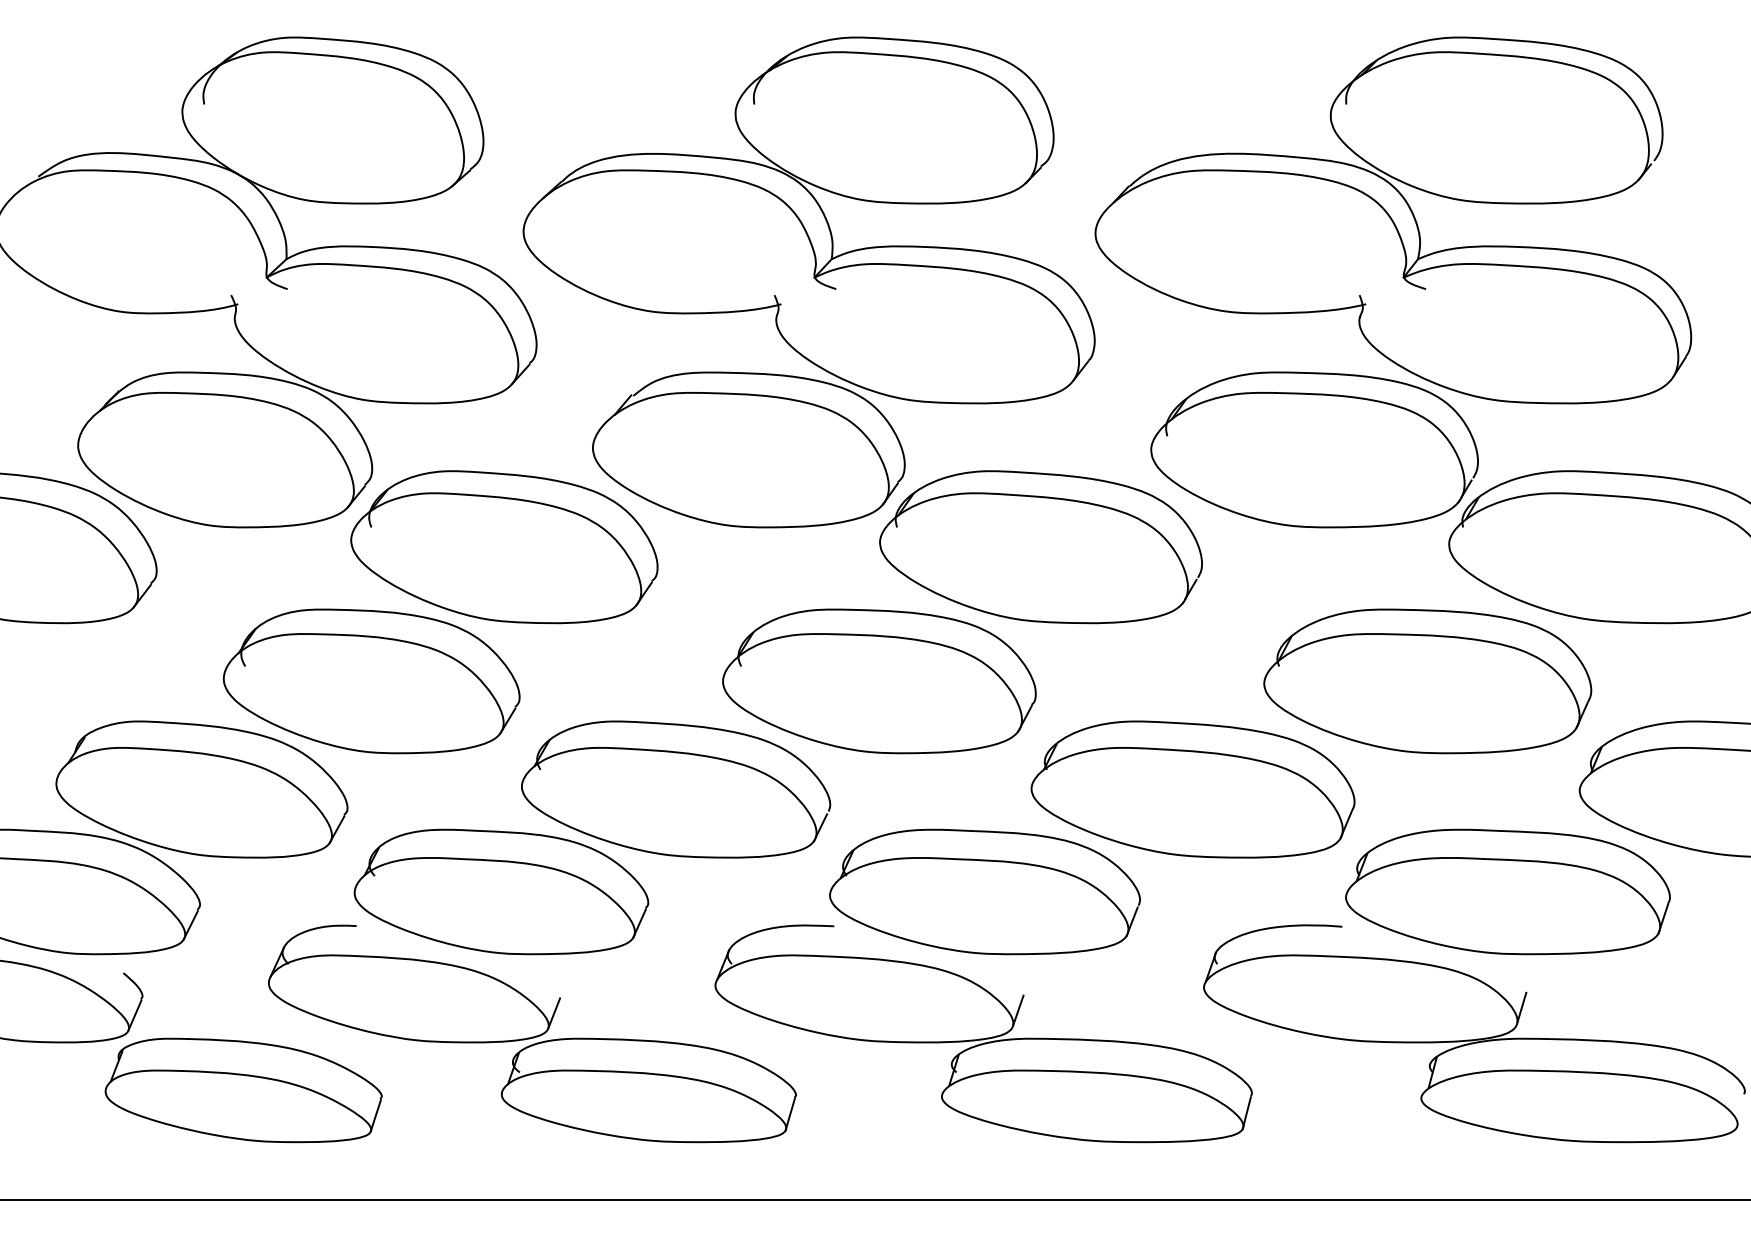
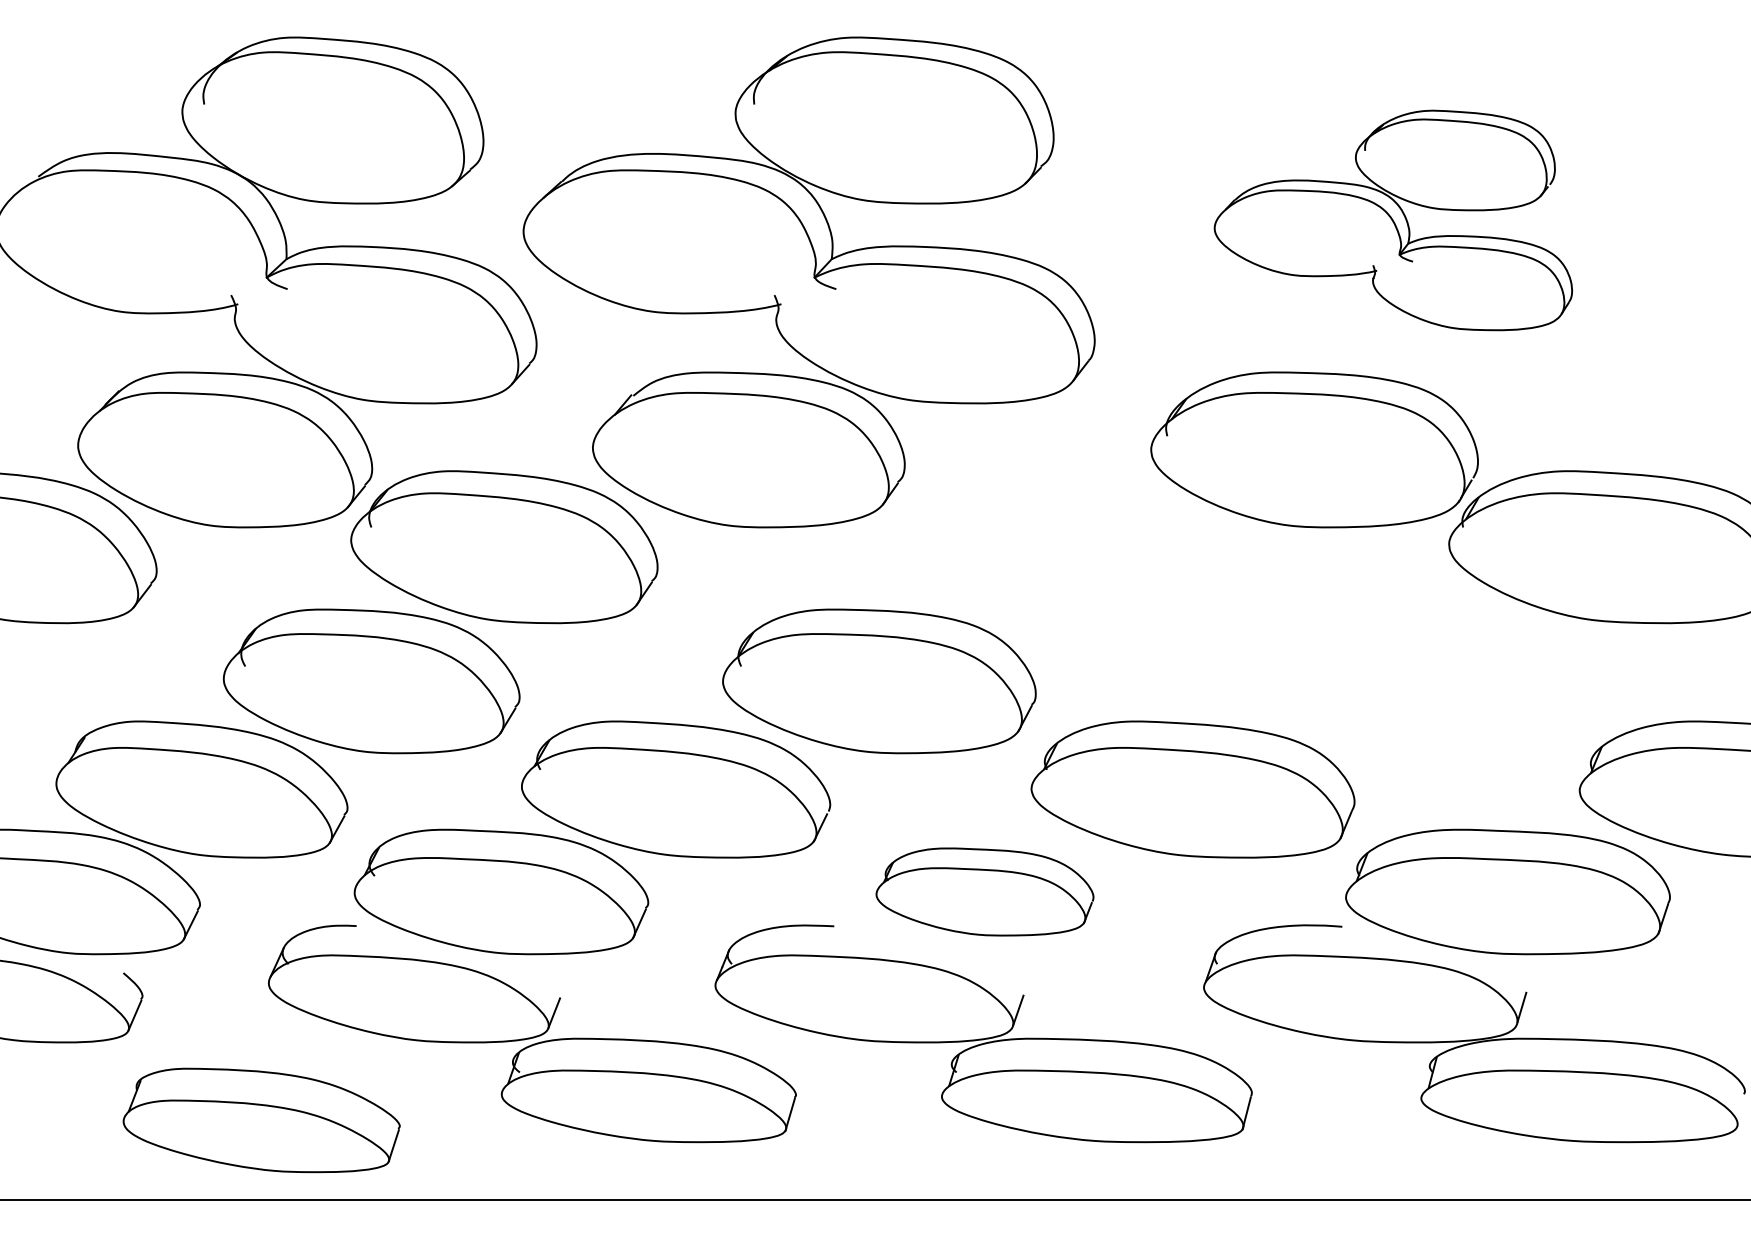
part at (1393, 220) size: 599x369 px -> 361x223 px
part at (1040, 547): present -> none
part at (1427, 681): present -> none
part at (984, 891) size: 312x128 px -> 220x90 px
part at (243, 1090) position: (243, 1090) -> (261, 1120)
